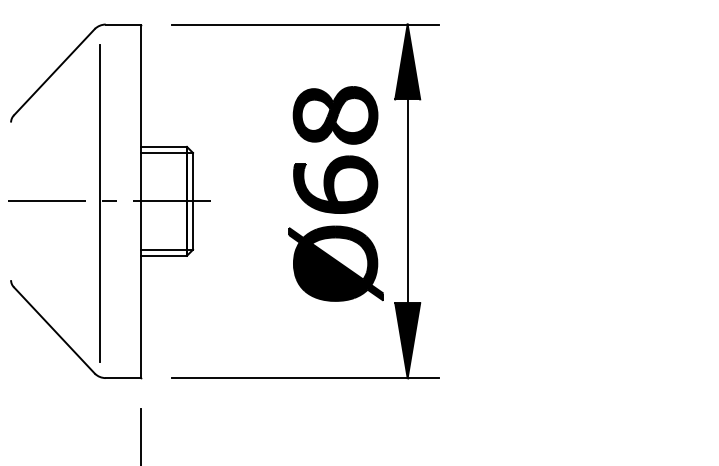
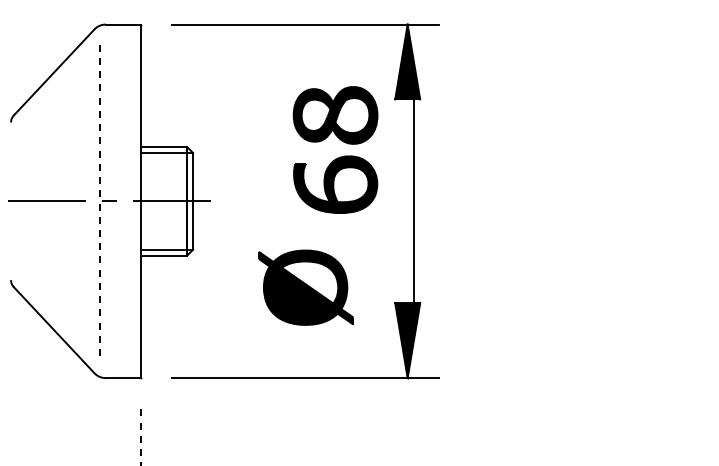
line at (407, 201) position: (407, 201) -> (413, 201)
line at (100, 203): solid -> dashed
part at (335, 263) position: (335, 263) -> (305, 287)
line at (141, 437): solid -> dashed
